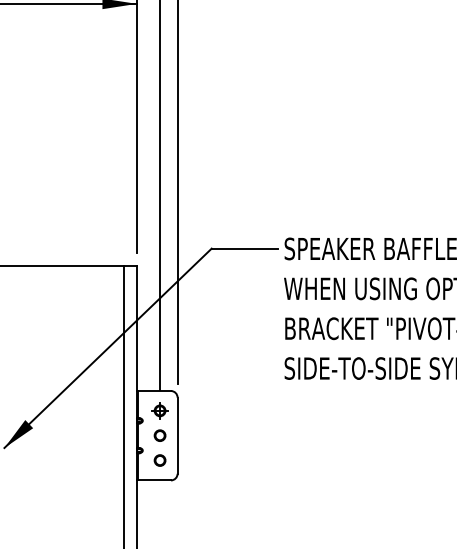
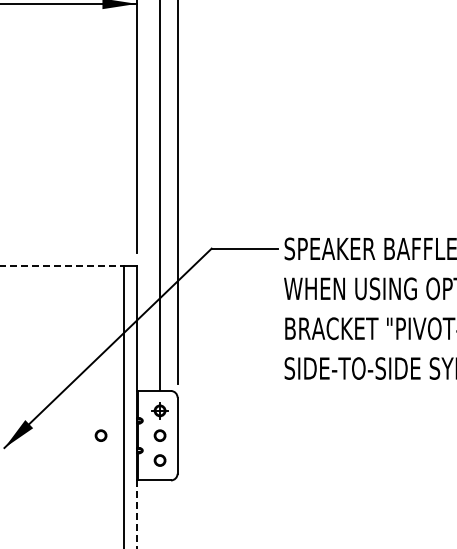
line at (62, 266): solid -> dashed
part at (100, 435): none -> present
line at (136, 514): solid -> dashed
